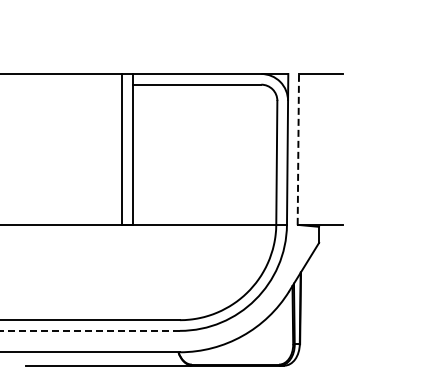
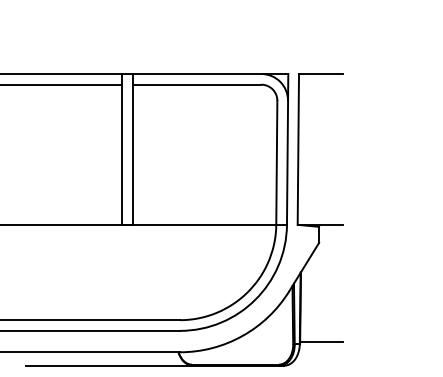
line at (62, 84): none -> present
line at (298, 148): dashed -> solid
line at (90, 330): dashed -> solid
line at (321, 341): none -> present
